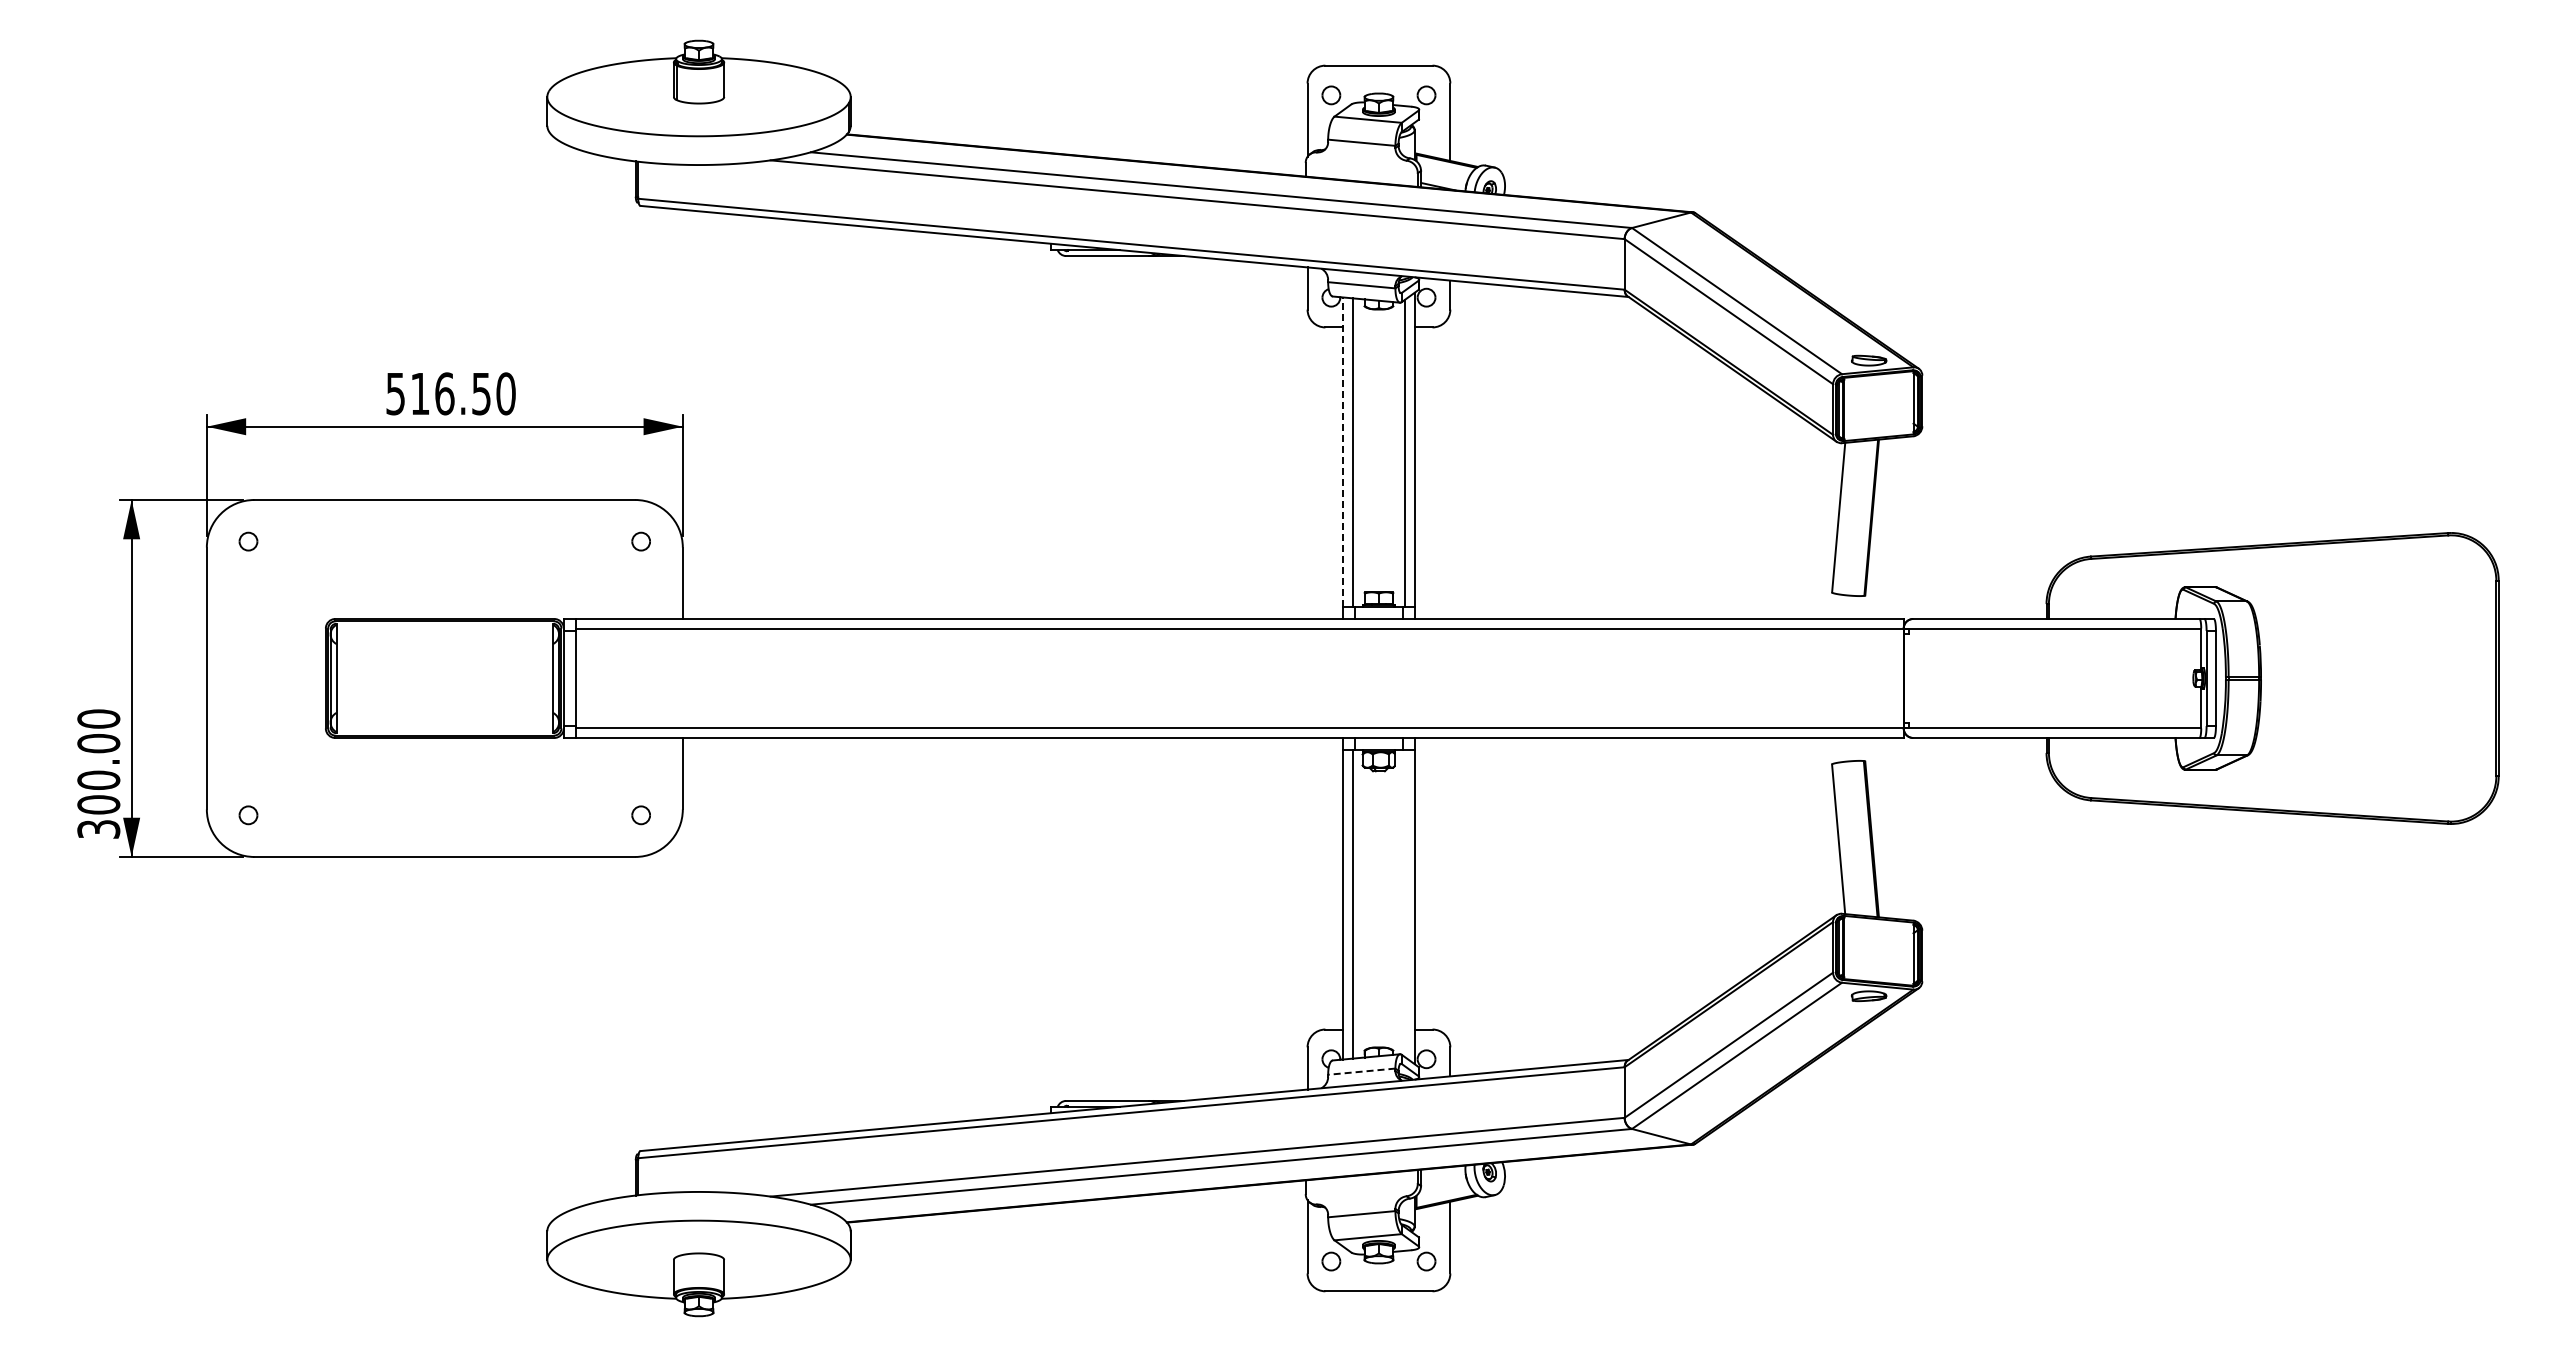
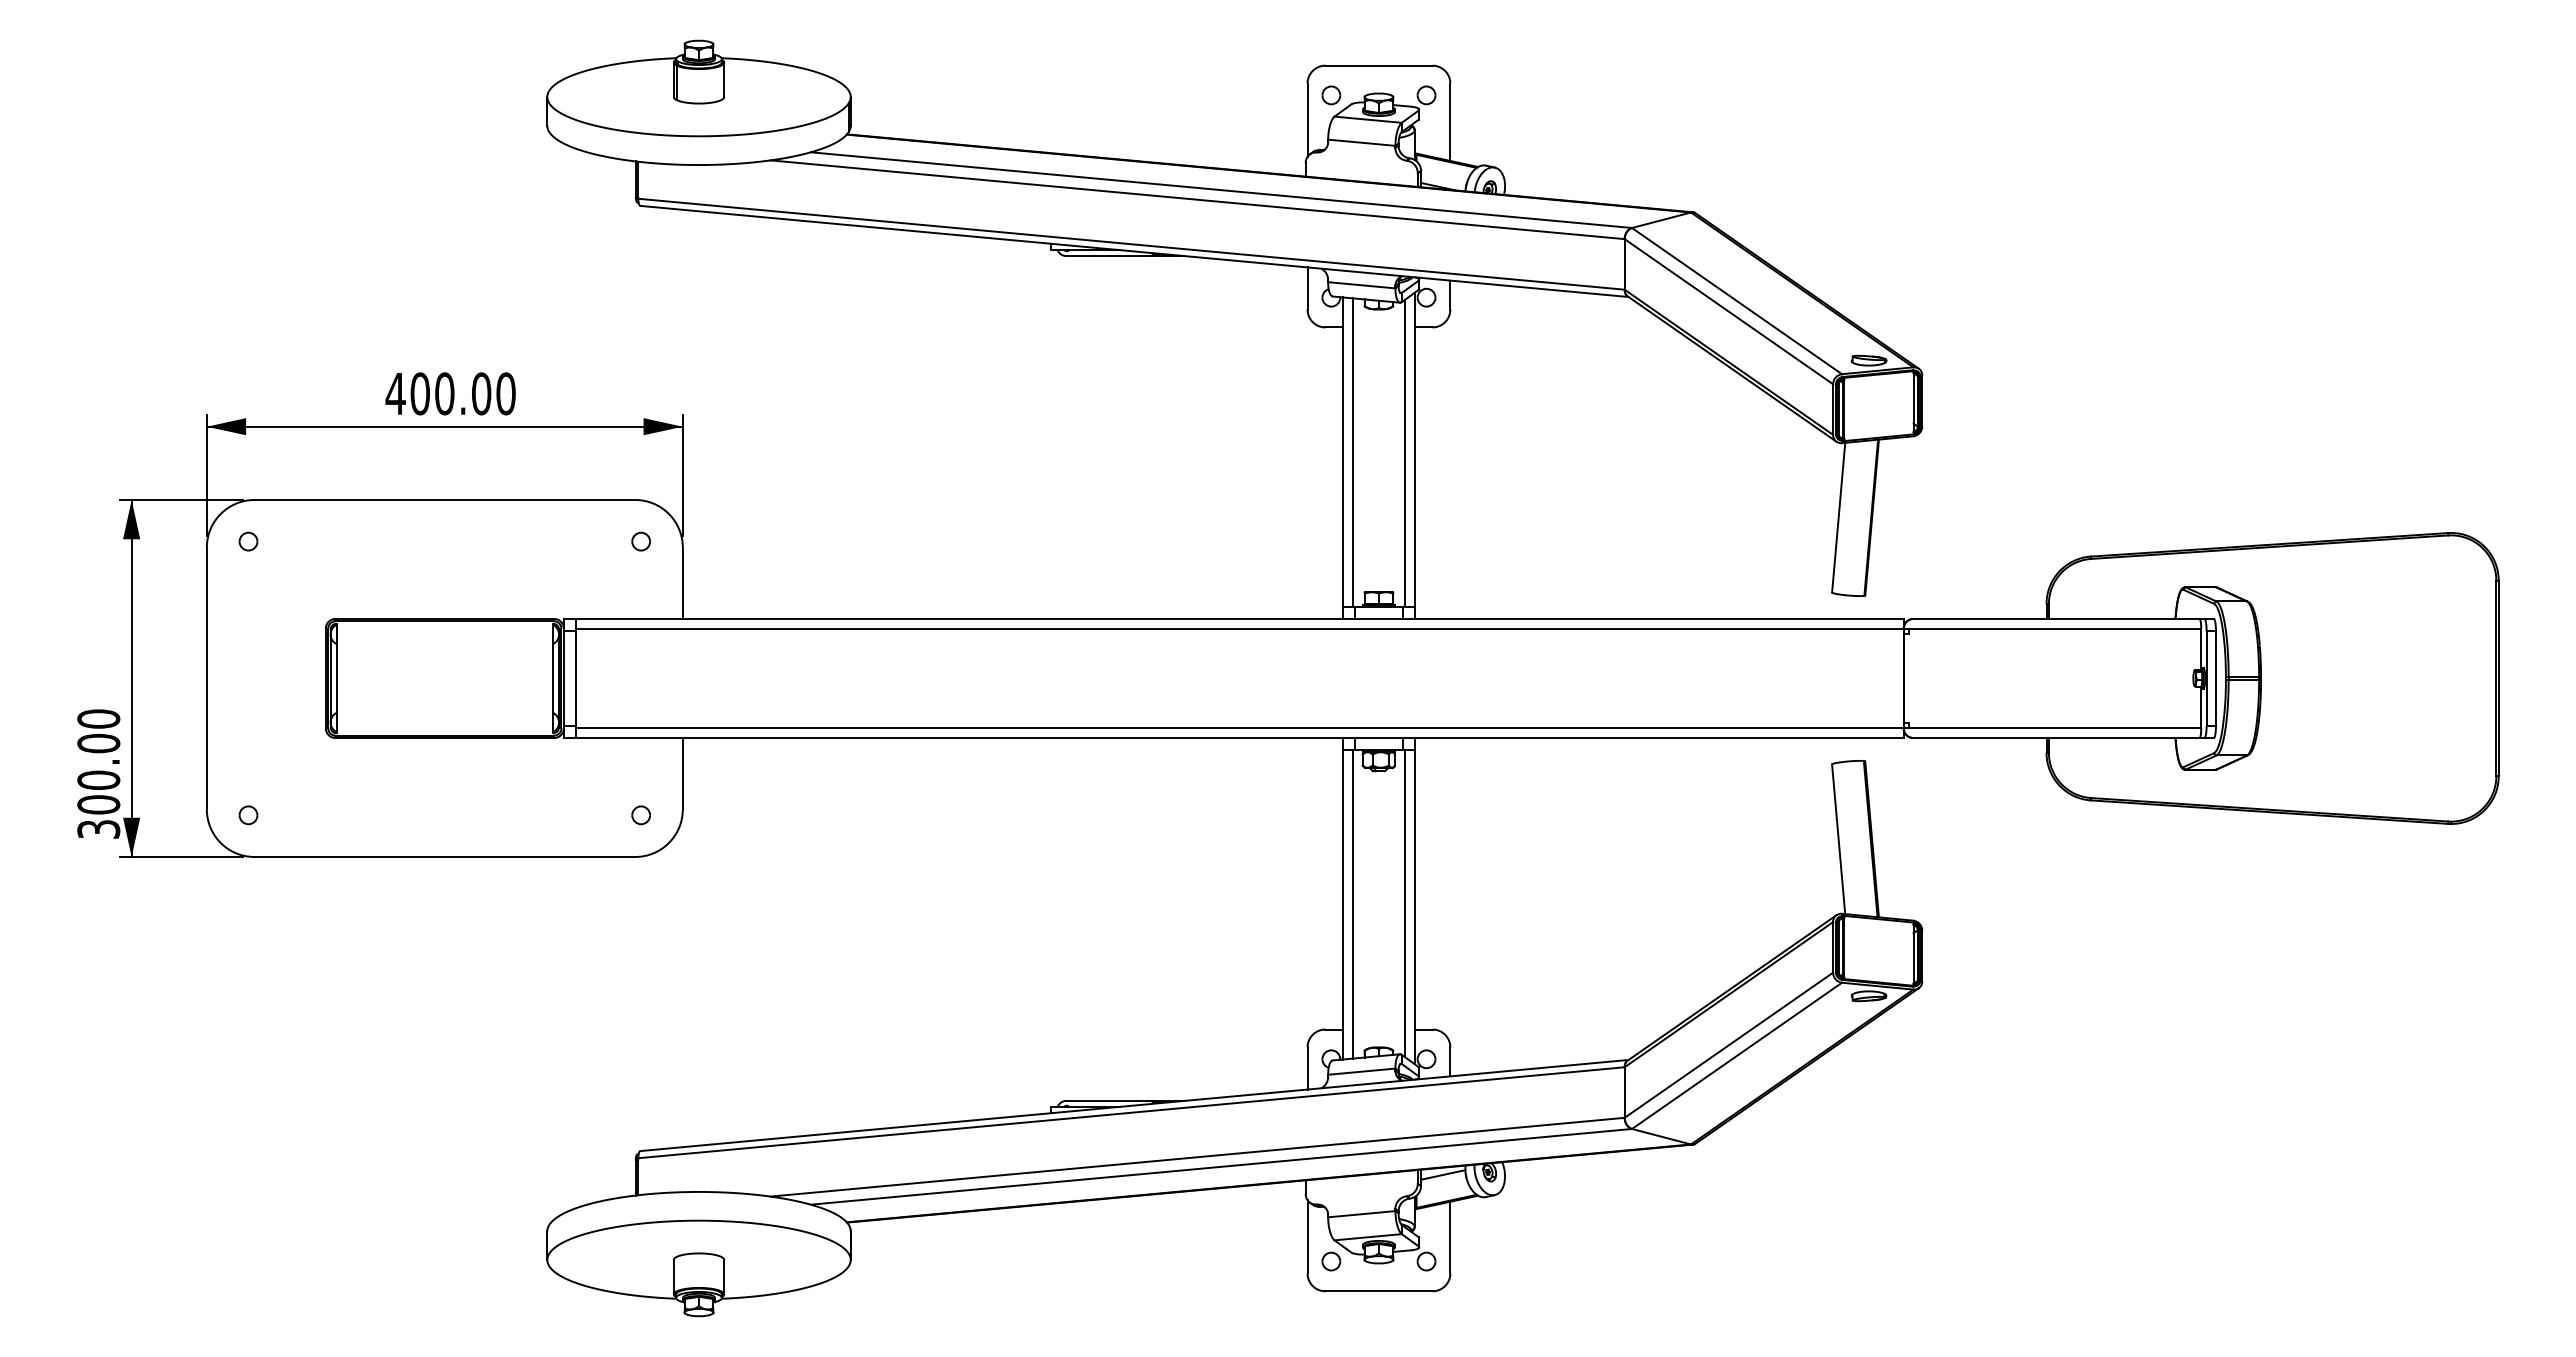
text at (438, 393): 516.50 -> 400.00
line at (1343, 452): dashed -> solid
line at (1405, 903): none -> present
line at (1361, 1071): dashed -> solid
line at (1443, 1174): none -> present
